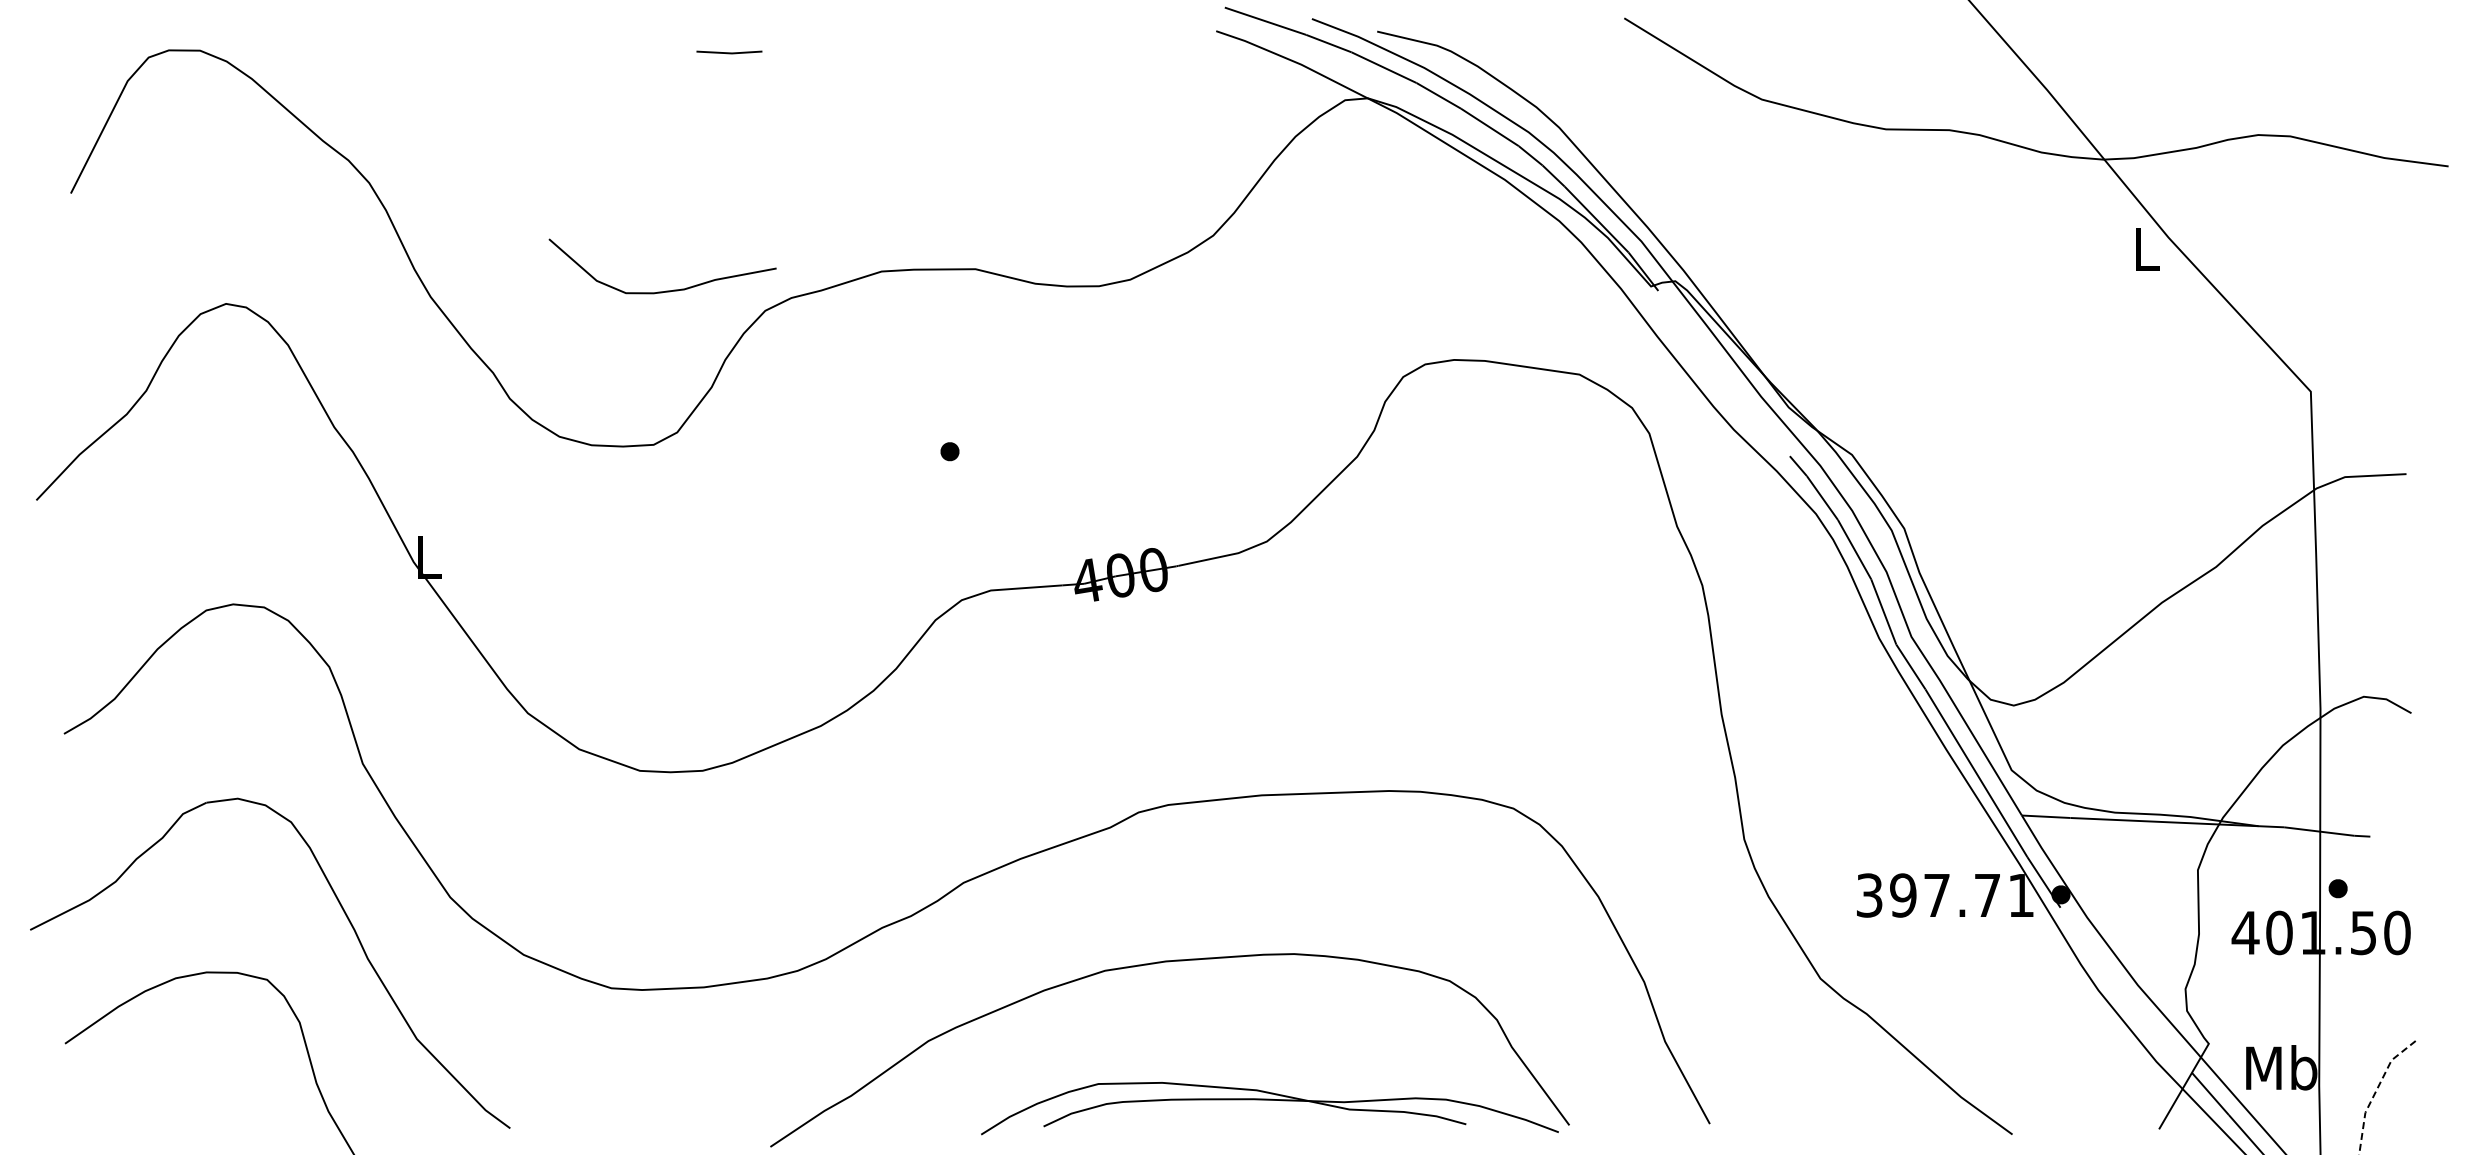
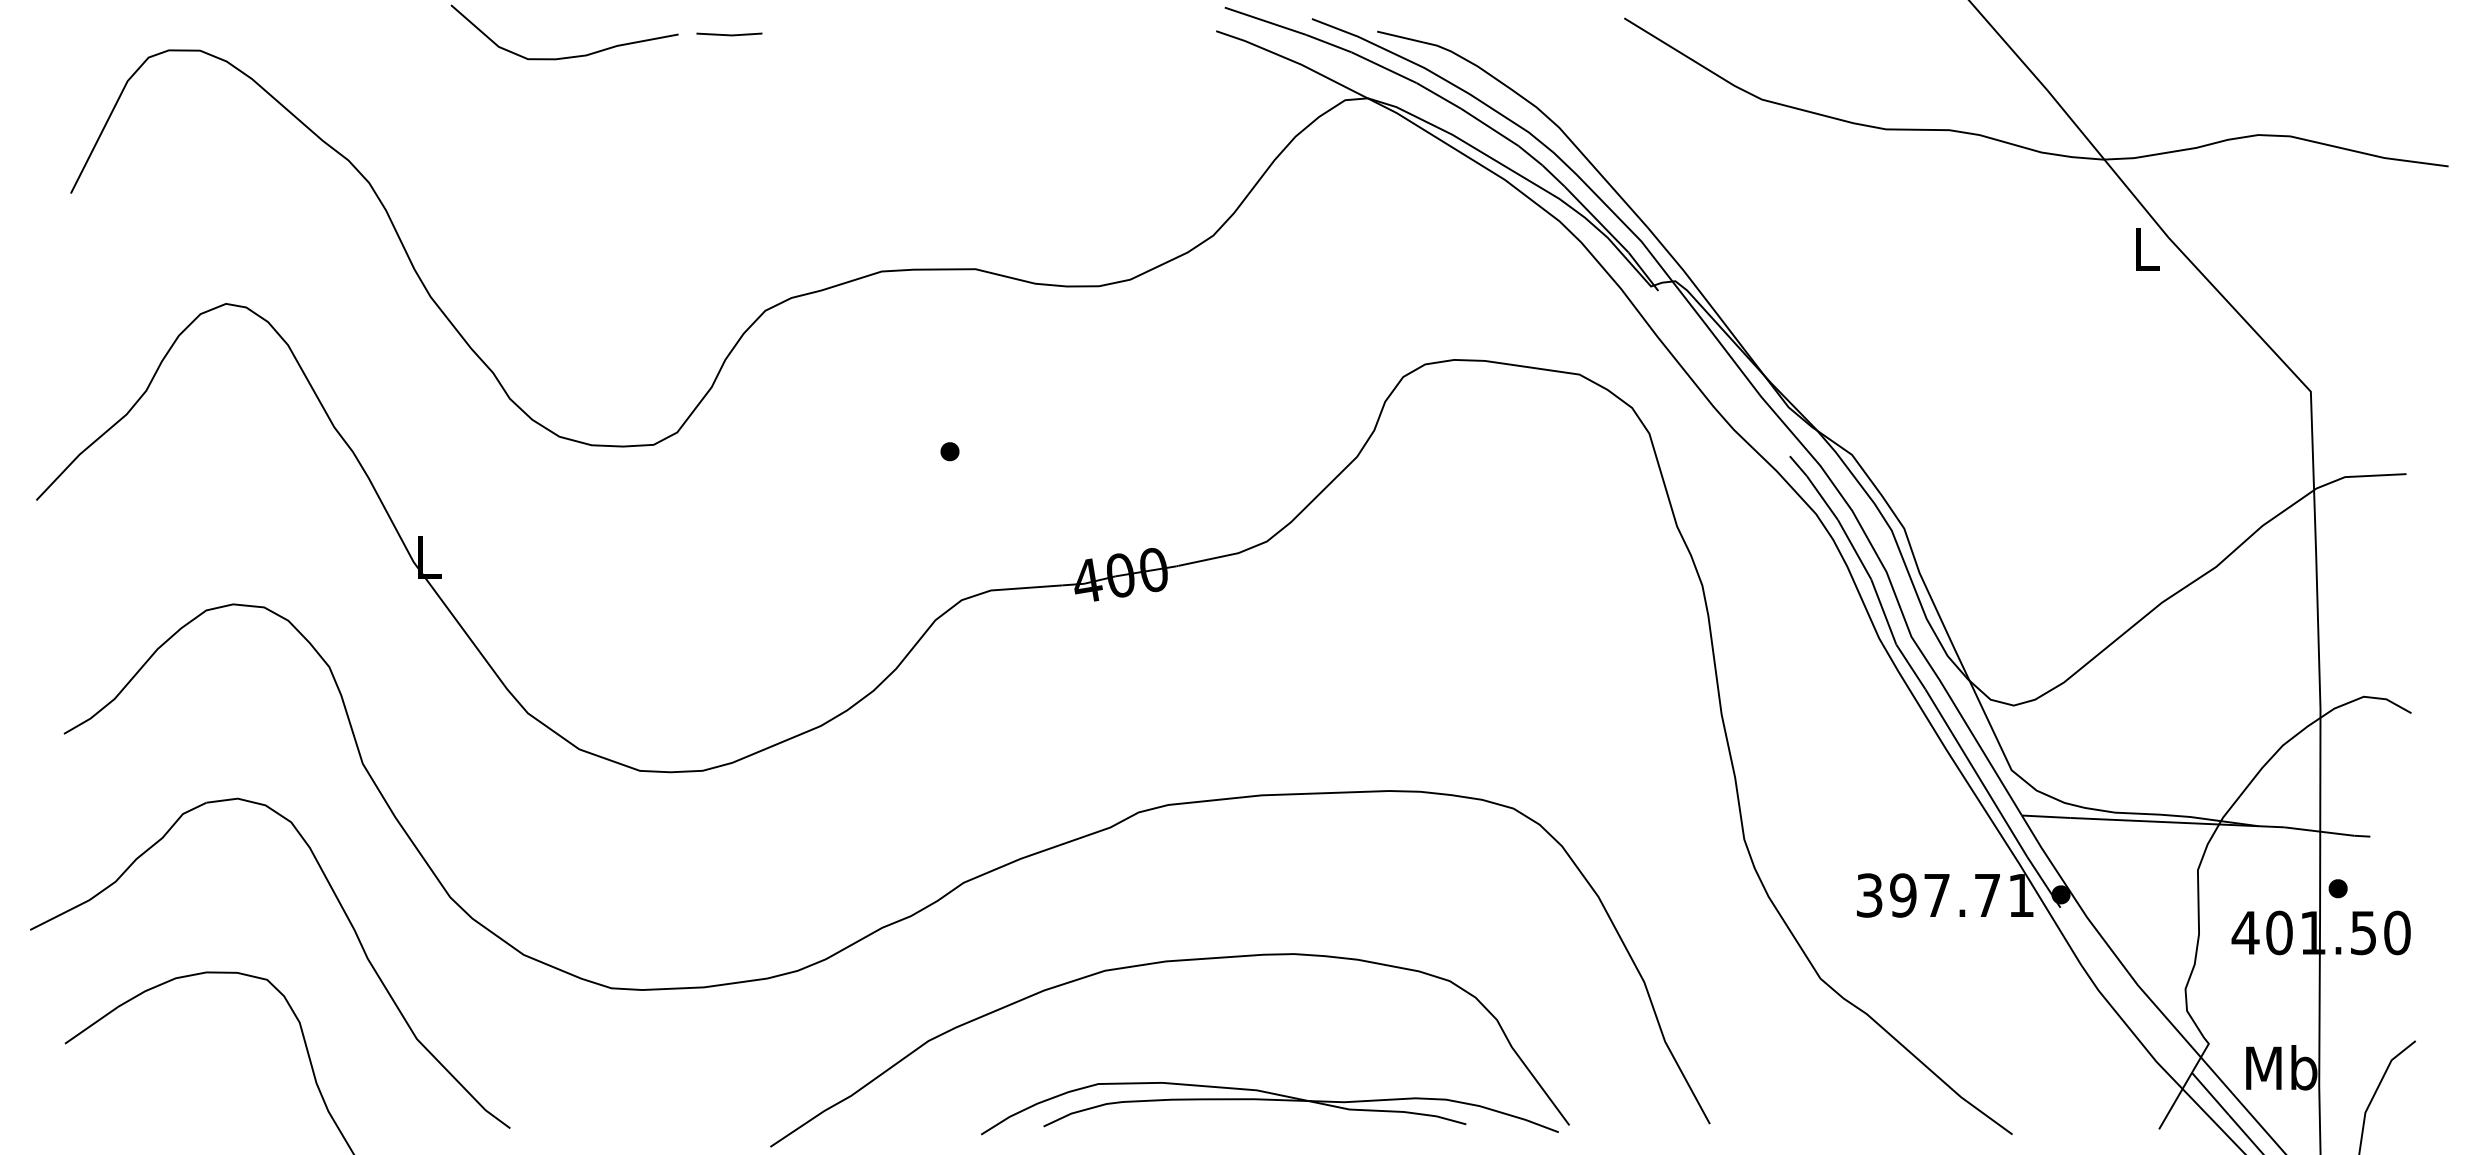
line at (729, 52) position: (729, 52) -> (729, 34)
curve at (665, 290) position: (665, 290) -> (567, 56)
line at (2375, 1092): dashed -> solid
